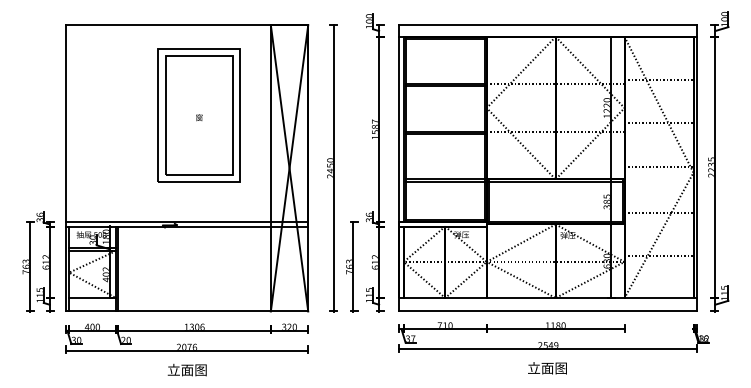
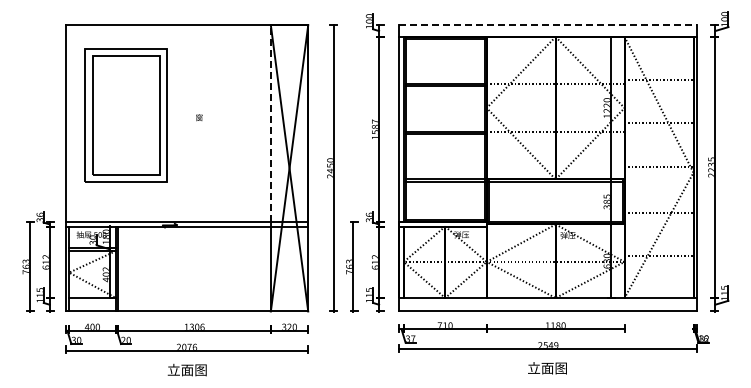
line at (548, 25): solid -> dashed
part at (198, 115) position: (198, 115) -> (125, 115)
line at (270, 123): solid -> dashed
